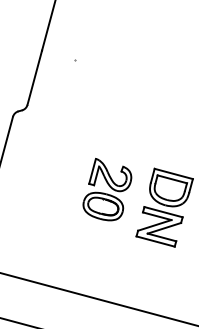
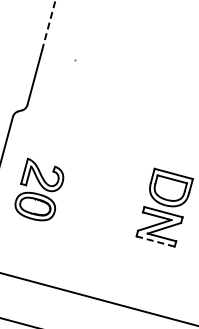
line at (48, 25): solid -> dashed
part at (107, 189) position: (107, 189) -> (39, 189)
line at (155, 241): solid -> dashed
